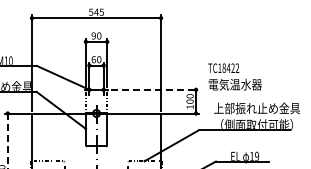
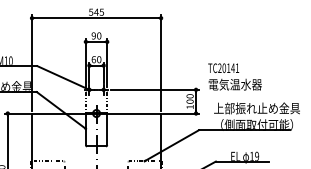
text at (228, 67): TC18422 -> TC20141
line at (155, 89): dashed -> solid
line at (7, 141): dashed -> solid
